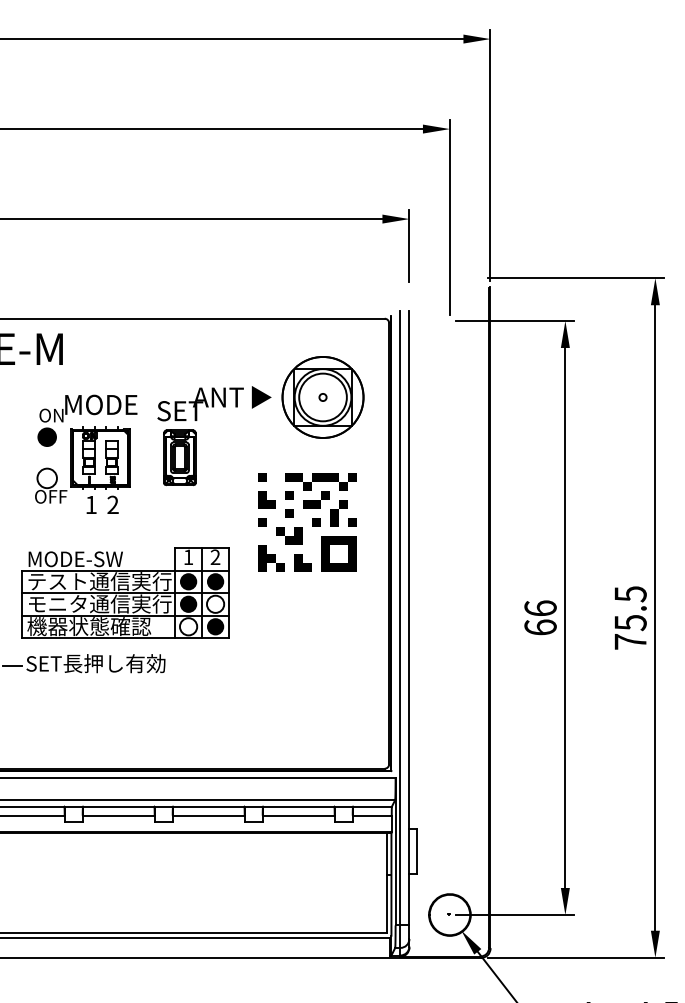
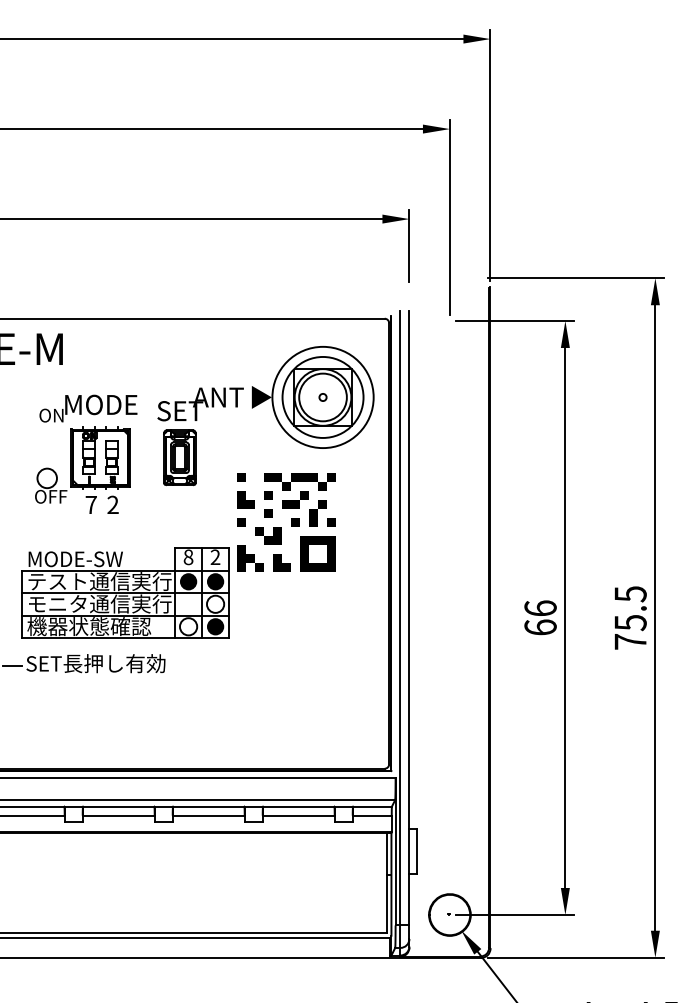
circle at (322, 396) diameter: 81 px -> 101 px
fill at (46, 437): present -> none
text at (90, 504): 1 -> 7
part at (307, 522) position: (307, 522) -> (286, 522)
text at (188, 557): 1 -> 8
fill at (188, 603): present -> none
